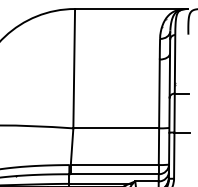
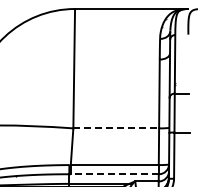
line at (116, 128): solid -> dashed
line at (114, 174): solid -> dashed
